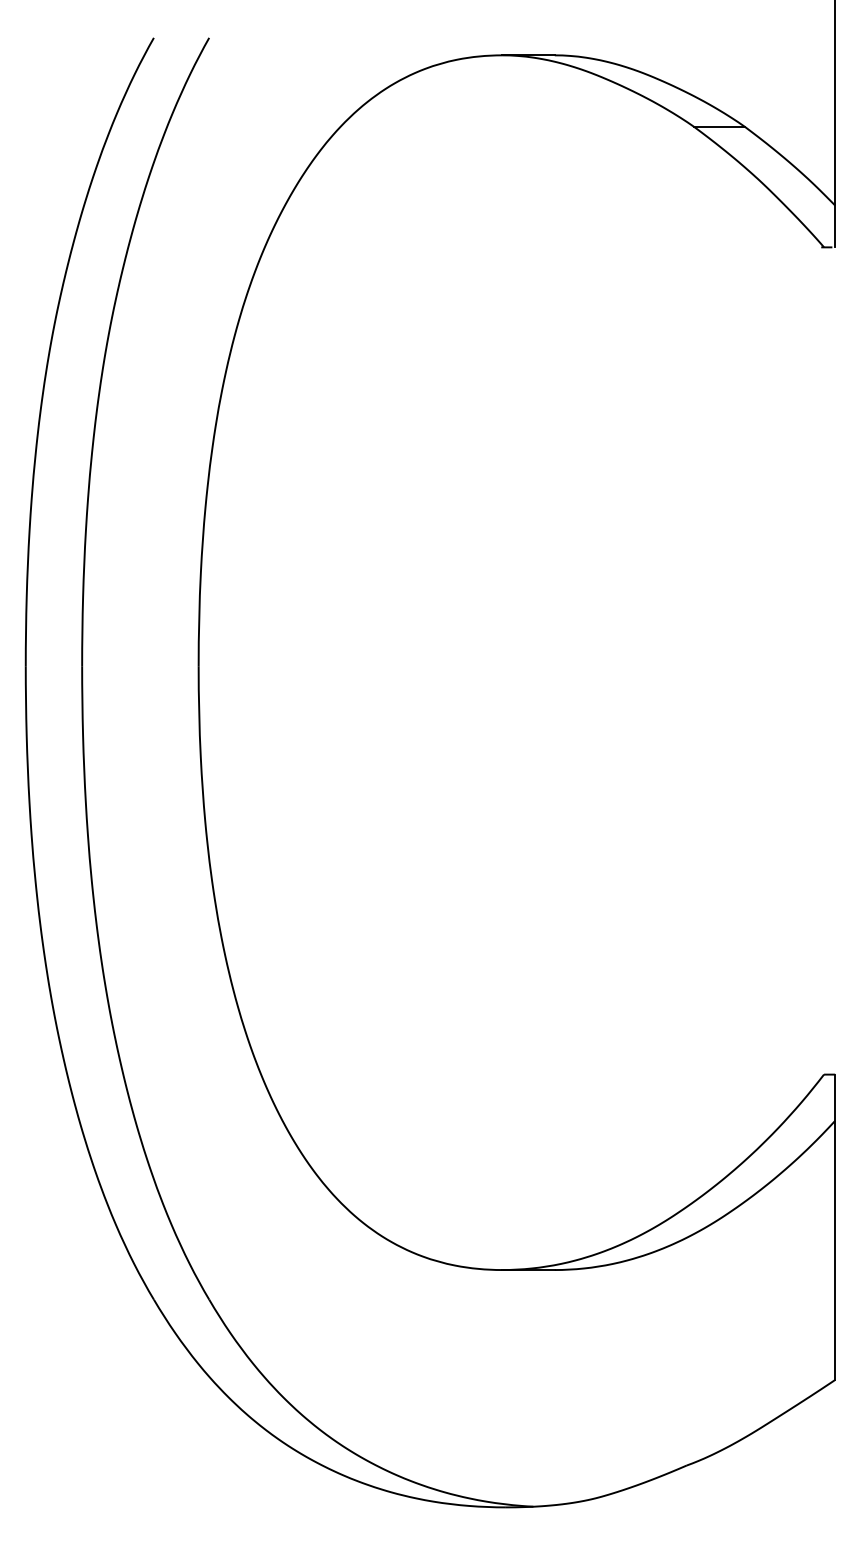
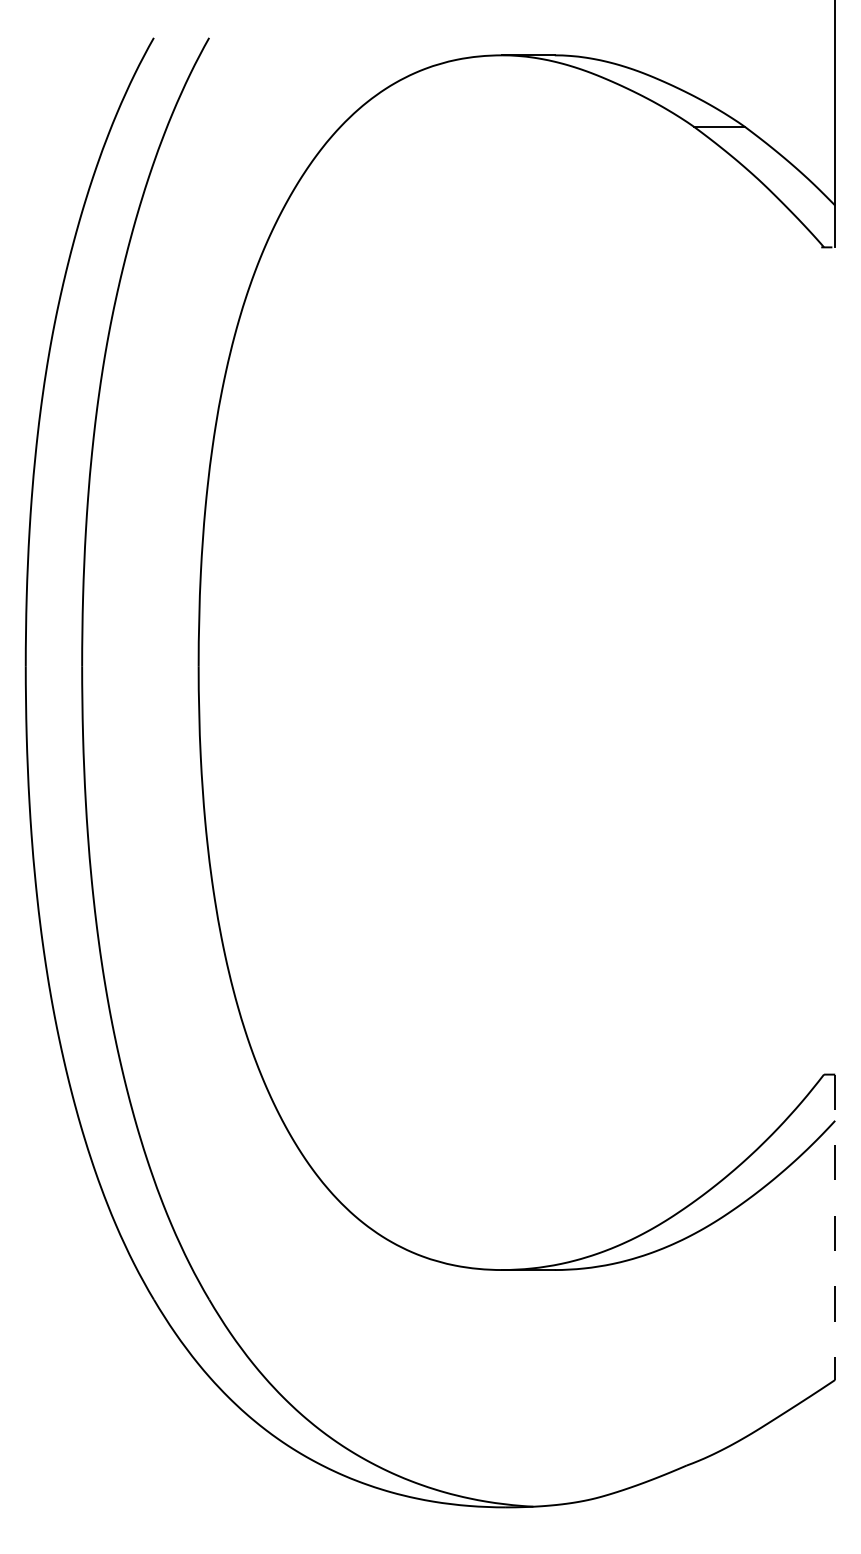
line at (835, 1227): solid -> dashed
